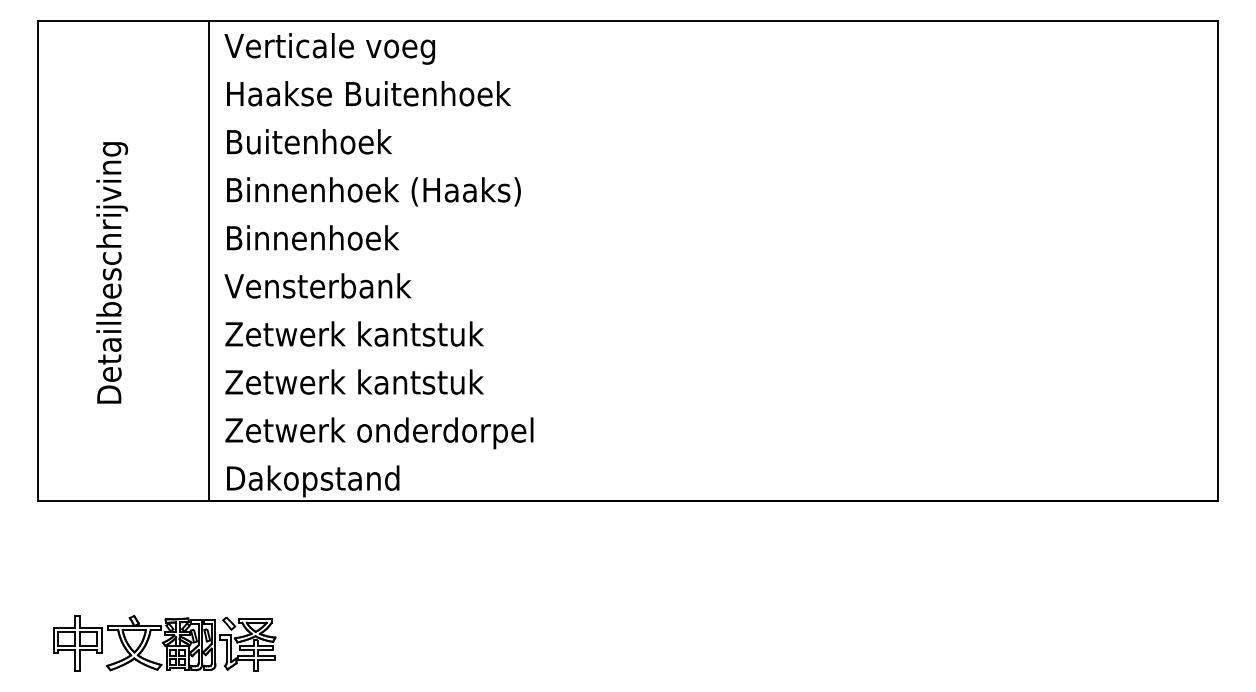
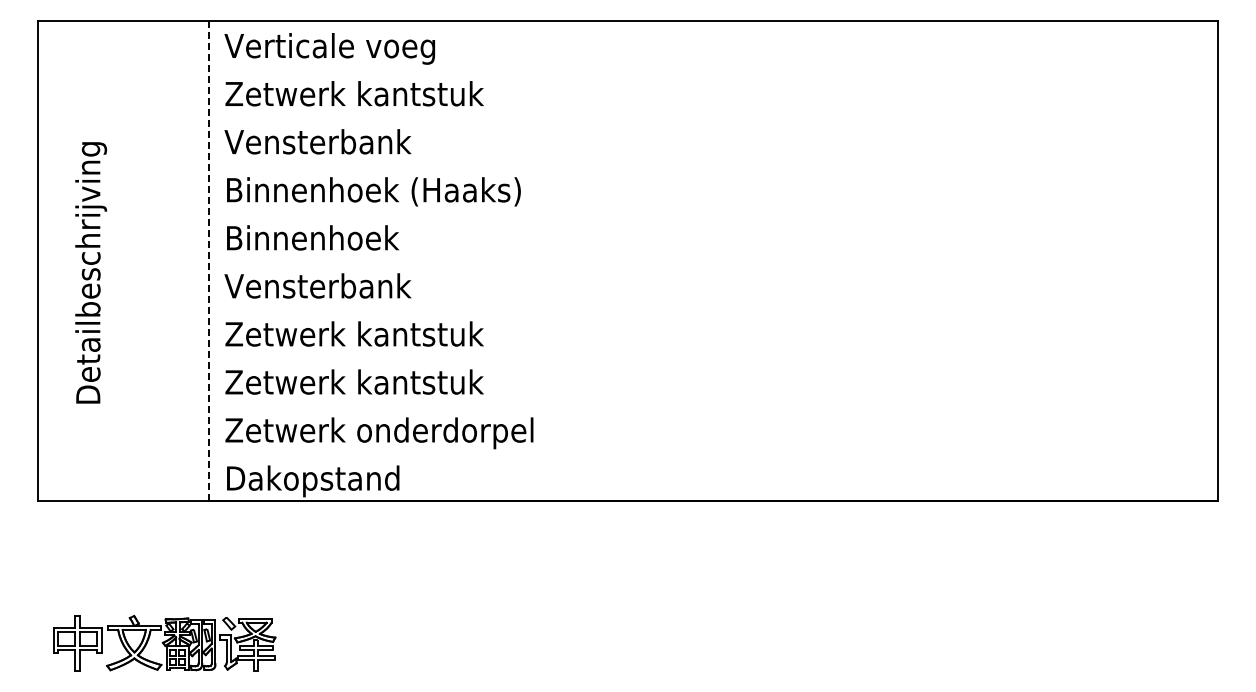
text at (367, 93): Haakse Buitenhoek -> Zetwerk kantstuk
text at (317, 141): Buitenhoek -> Vensterbank
line at (209, 261): solid -> dashed
text at (112, 272) position: (112, 272) -> (91, 272)
